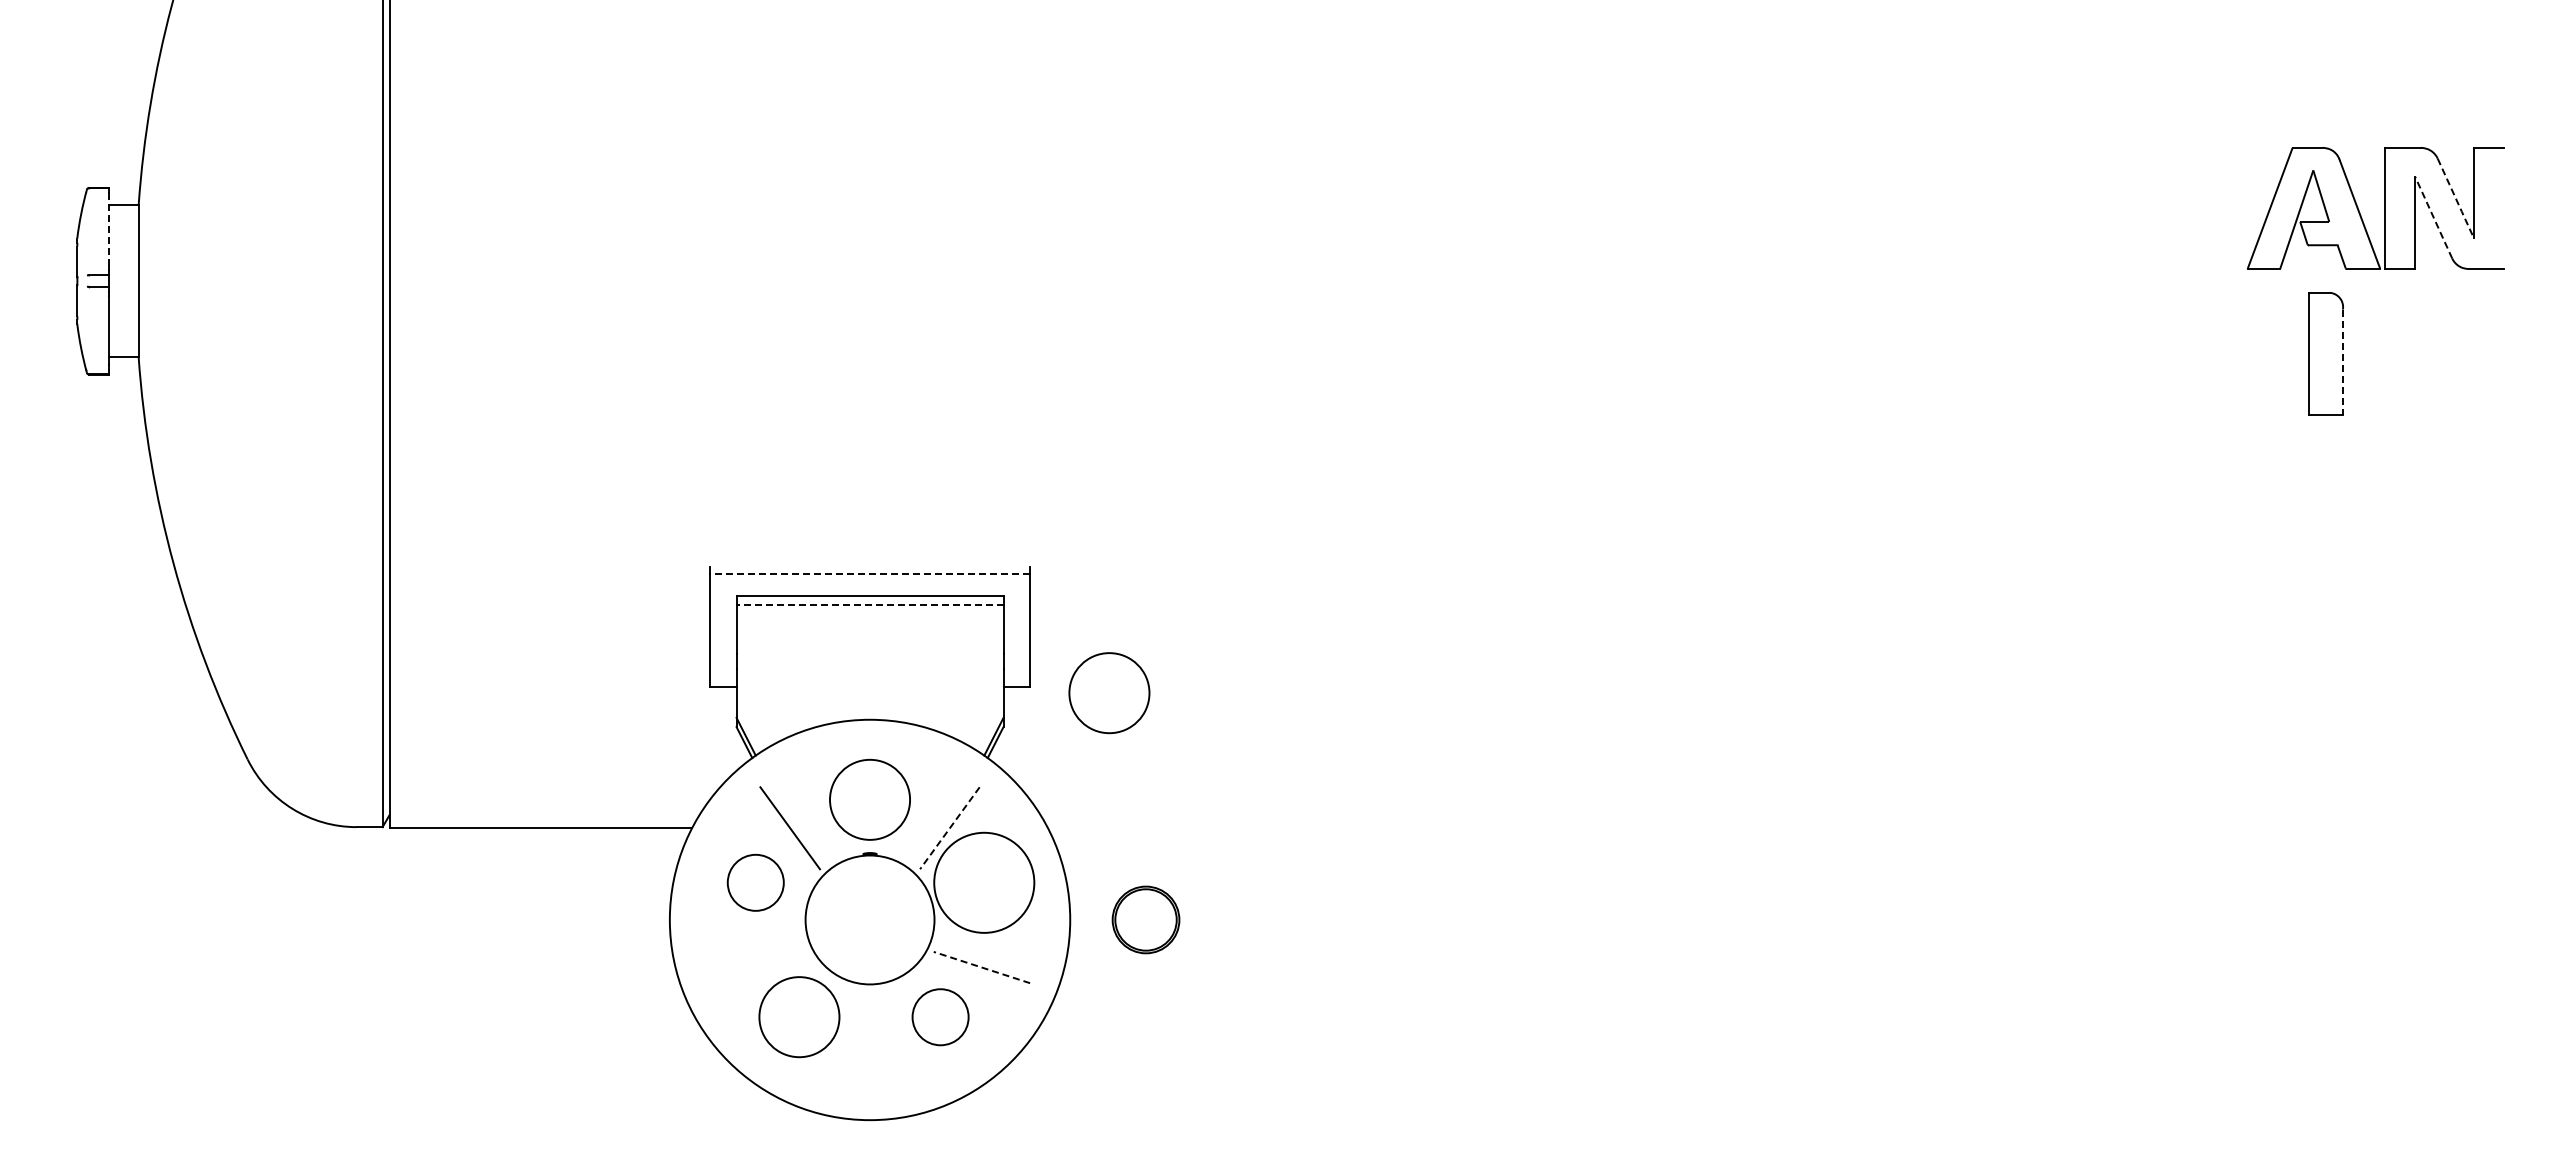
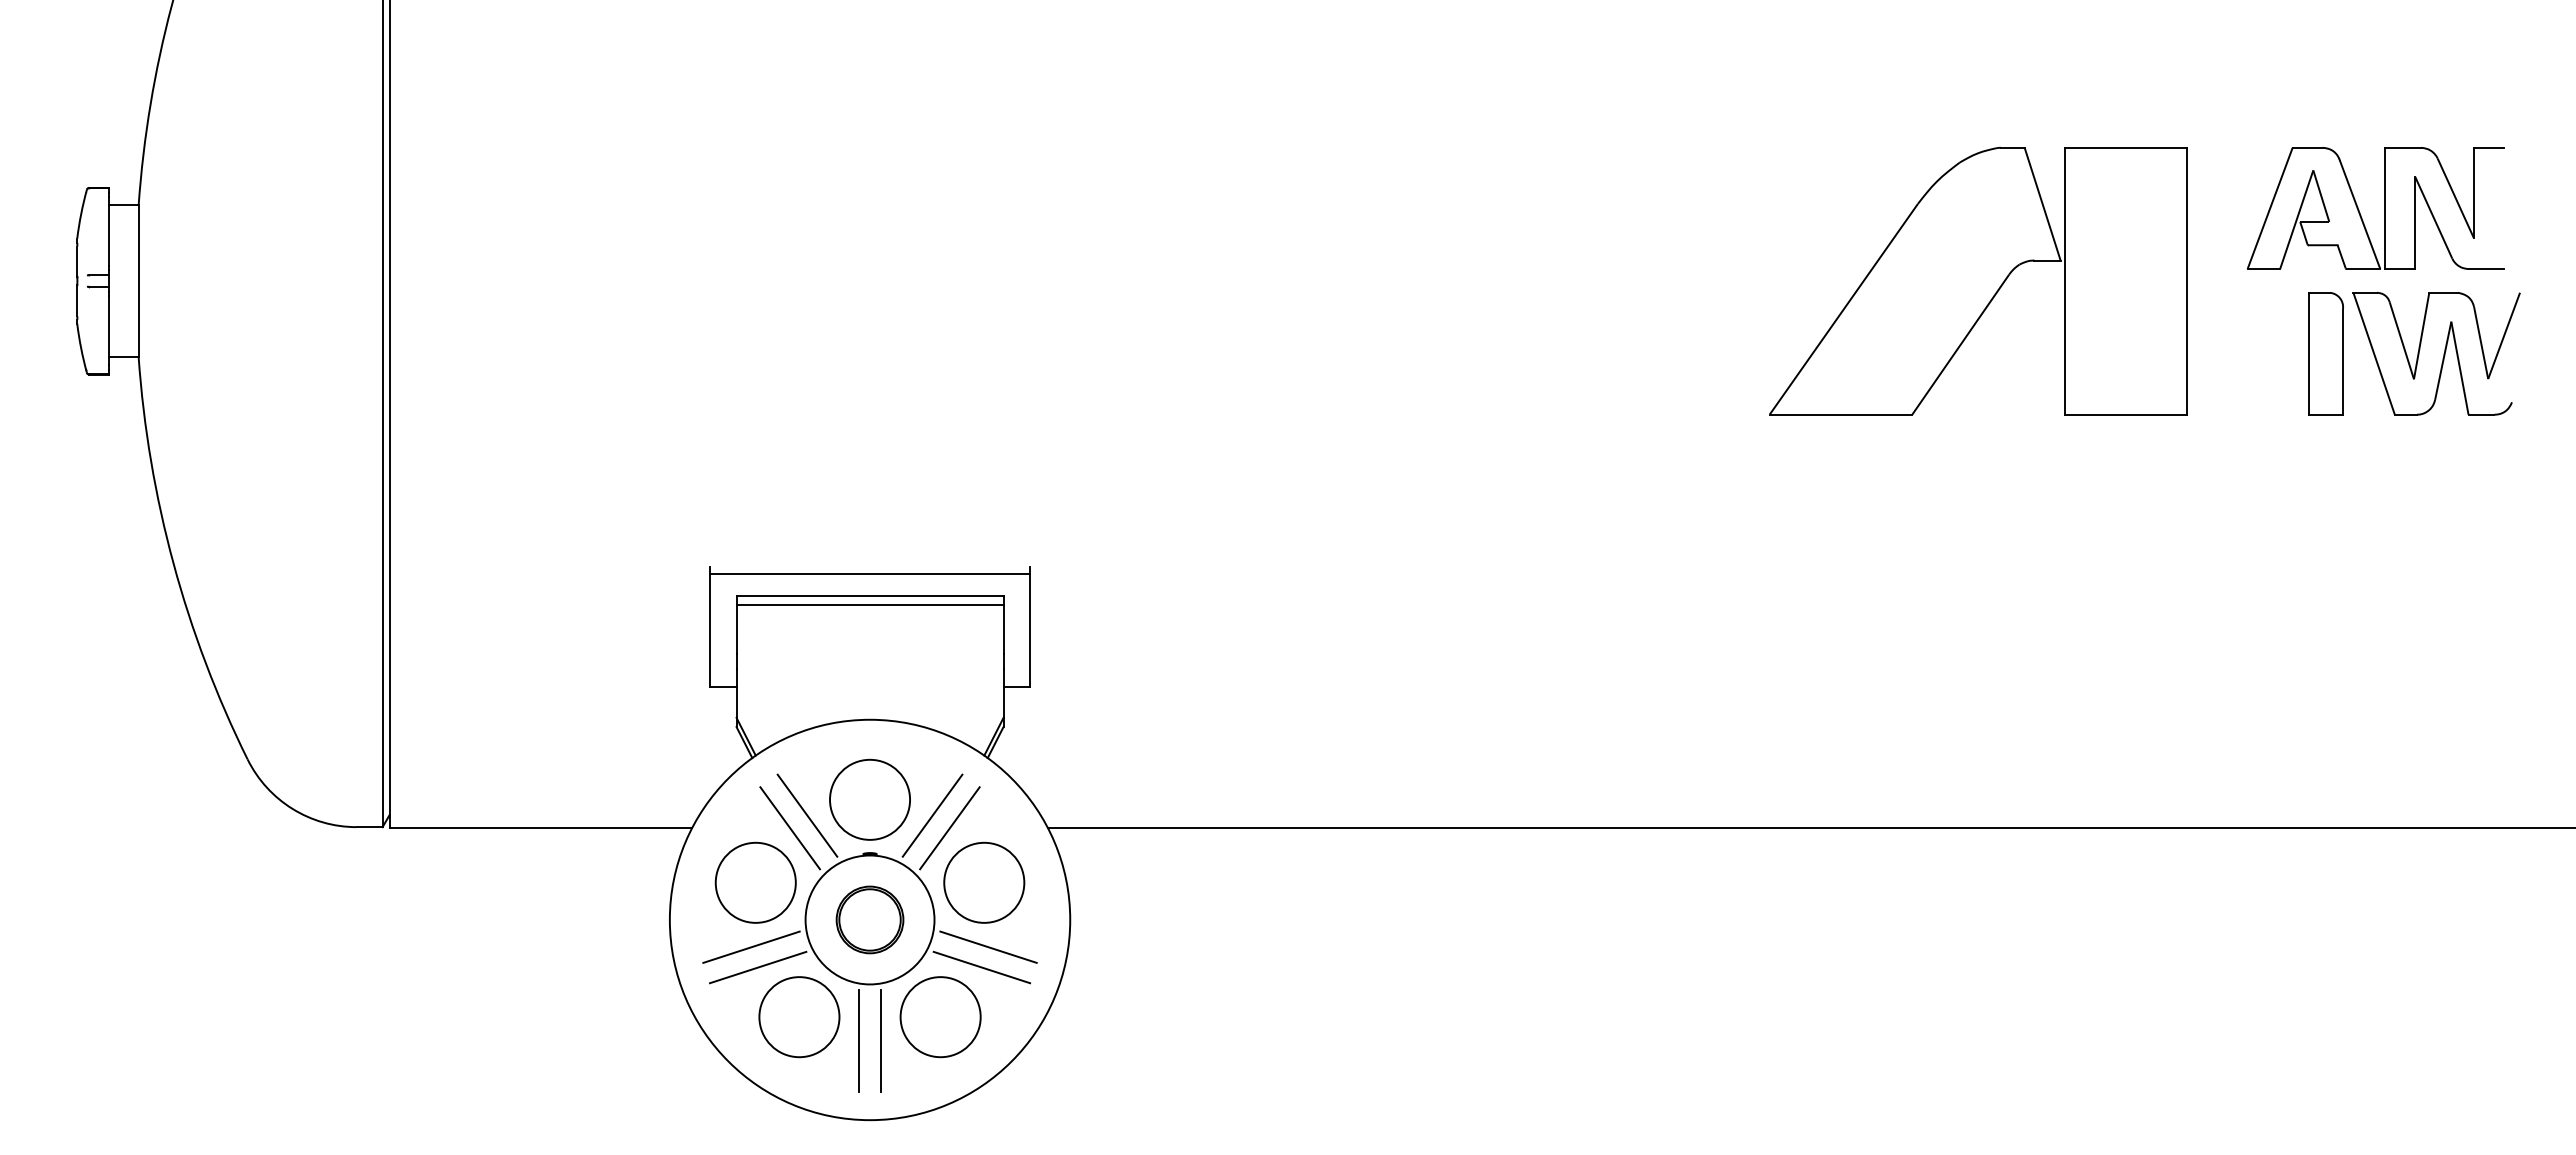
line at (2456, 198): dashed -> solid
line at (2433, 217): dashed -> solid
line at (109, 230): dashed -> solid
part at (1978, 280): none -> present
part at (2443, 353): none -> present
line at (2343, 362): dashed -> solid
line at (869, 573): dashed -> solid
line at (869, 605): dashed -> solid
circle at (1109, 693): present -> none
line at (807, 815): none -> present
line at (932, 815): none -> present
line at (1809, 827): none -> present
line at (949, 828): dashed -> solid
circle at (755, 882) diameter: 56 px -> 80 px
circle at (984, 882) diameter: 100 px -> 80 px
part at (1145, 919) position: (1145, 919) -> (869, 919)
line at (751, 946): none -> present
line at (988, 946): none -> present
line at (757, 967): none -> present
line at (981, 967): dashed -> solid
circle at (940, 1017) size: 59x59 px -> 83x83 px
line at (859, 1040): none -> present
line at (880, 1040): none -> present
